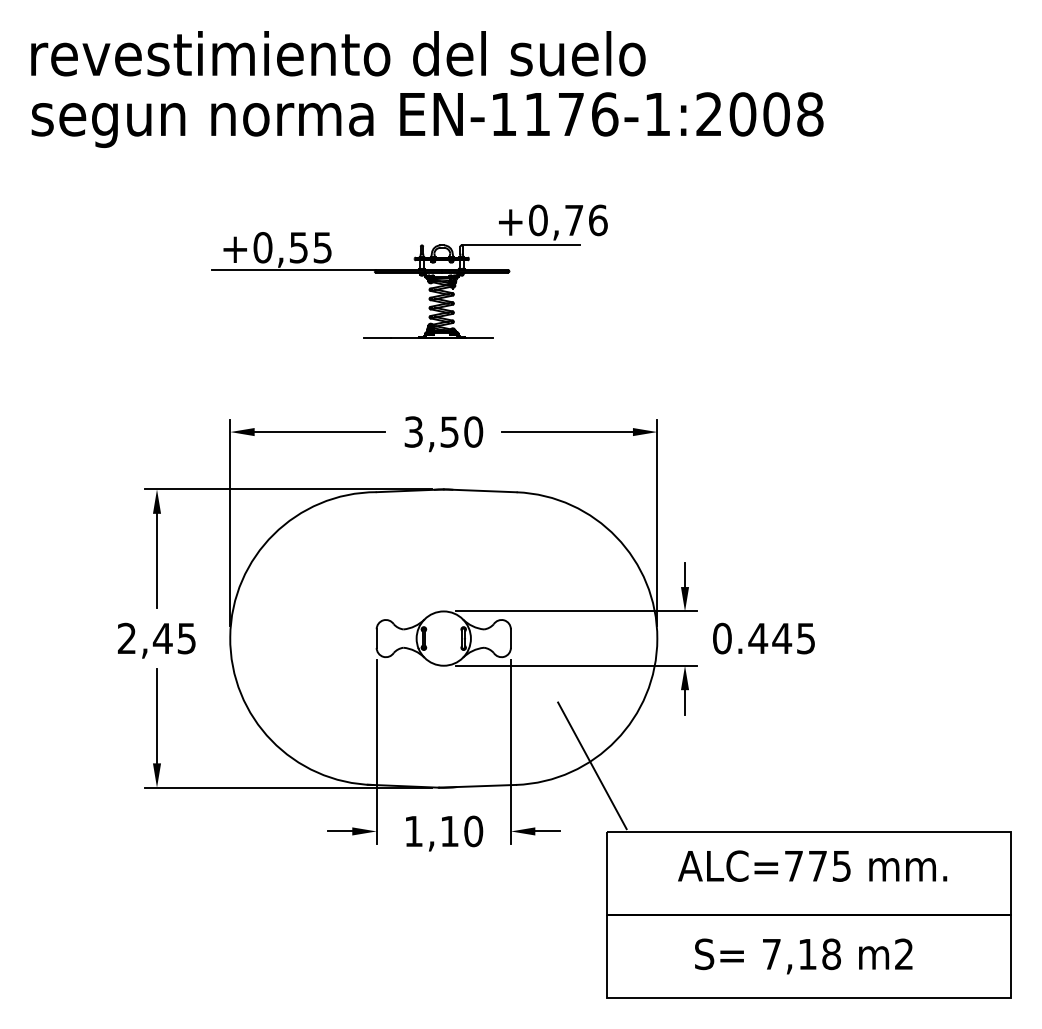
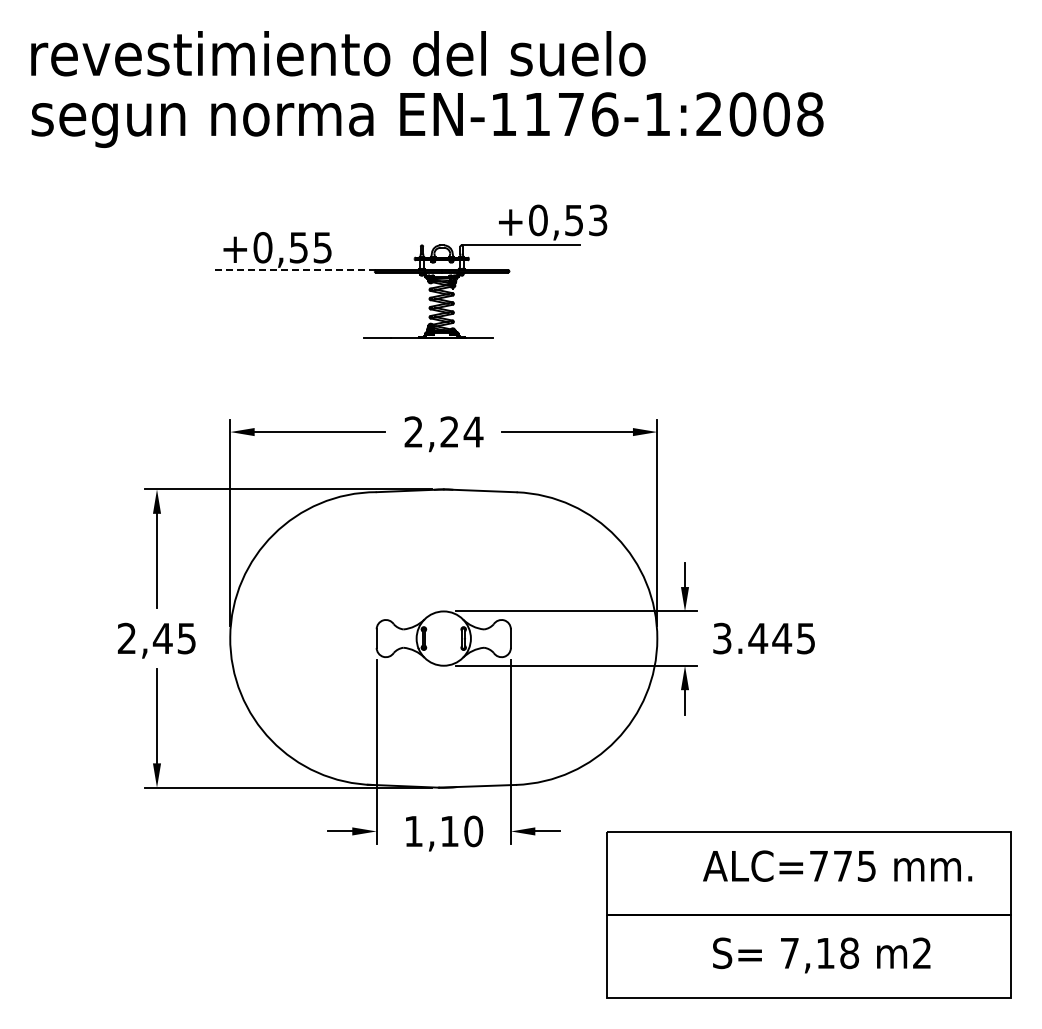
text at (586, 220): +0,76 -> +0,53
line at (293, 269): solid -> dashed
text at (443, 431): 3,50 -> 2,24
text at (722, 638): 0.445 -> 3.445
line at (592, 765): present -> none
text at (812, 865) position: (812, 865) -> (837, 865)
text at (803, 956) position: (803, 956) -> (821, 955)
